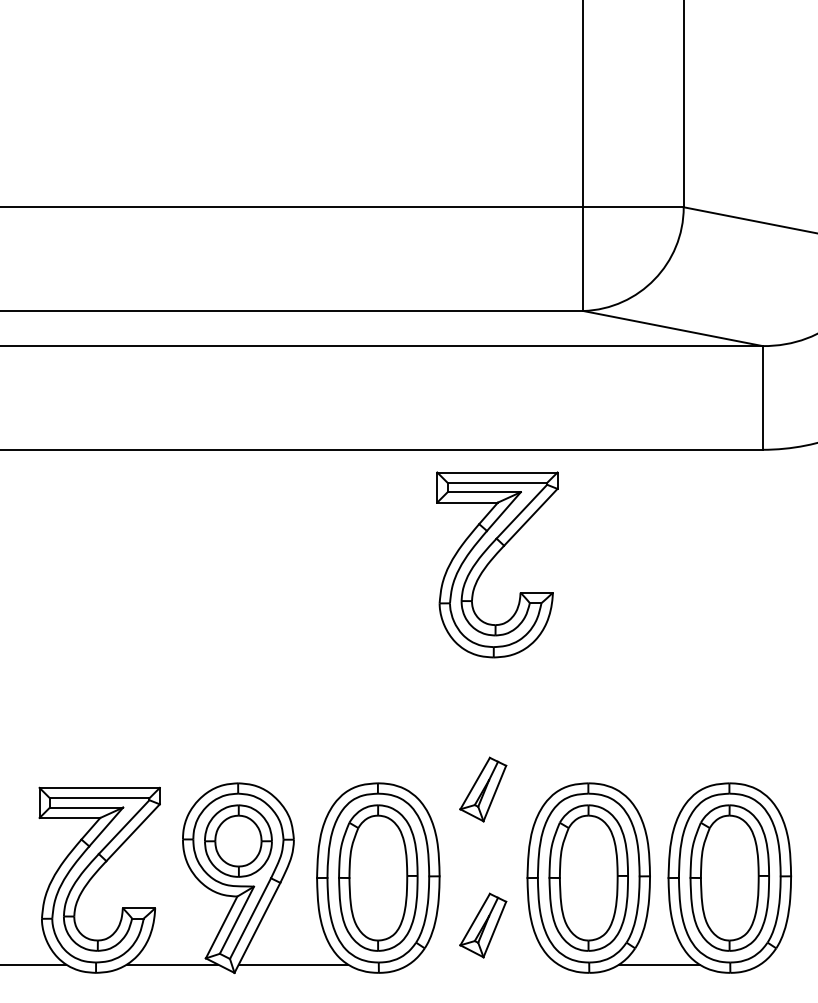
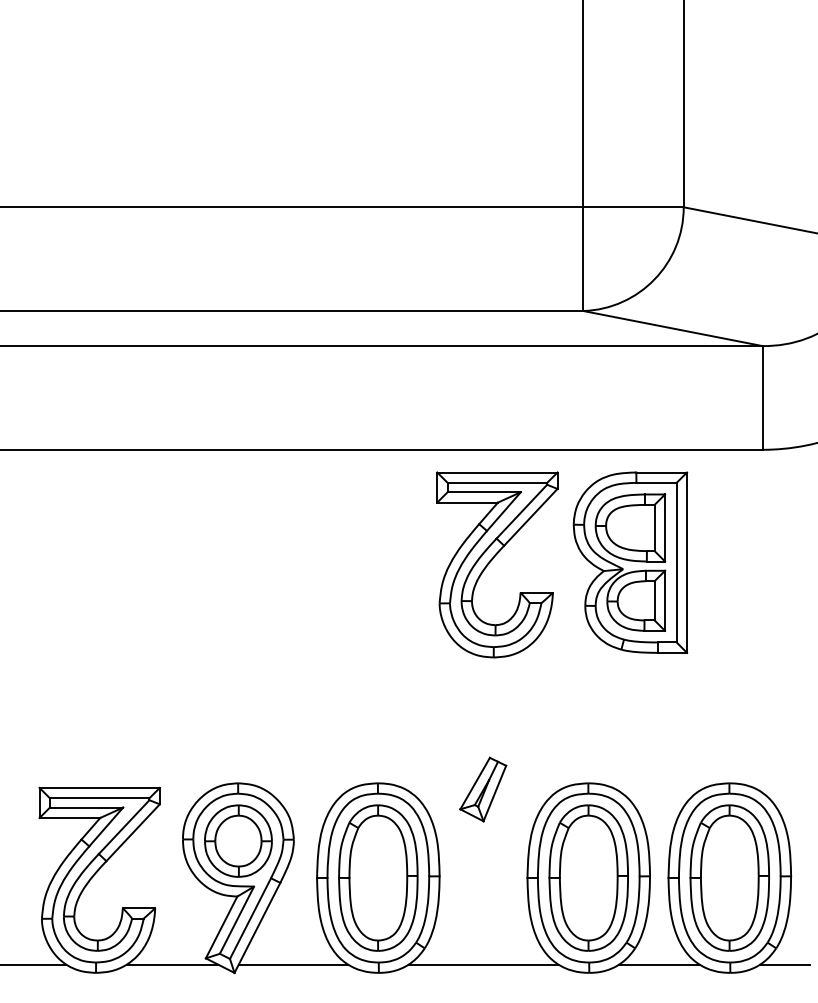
part at (630, 562): none -> present
part at (483, 925): present -> none
line at (483, 964): none -> present
line at (784, 964): none -> present
